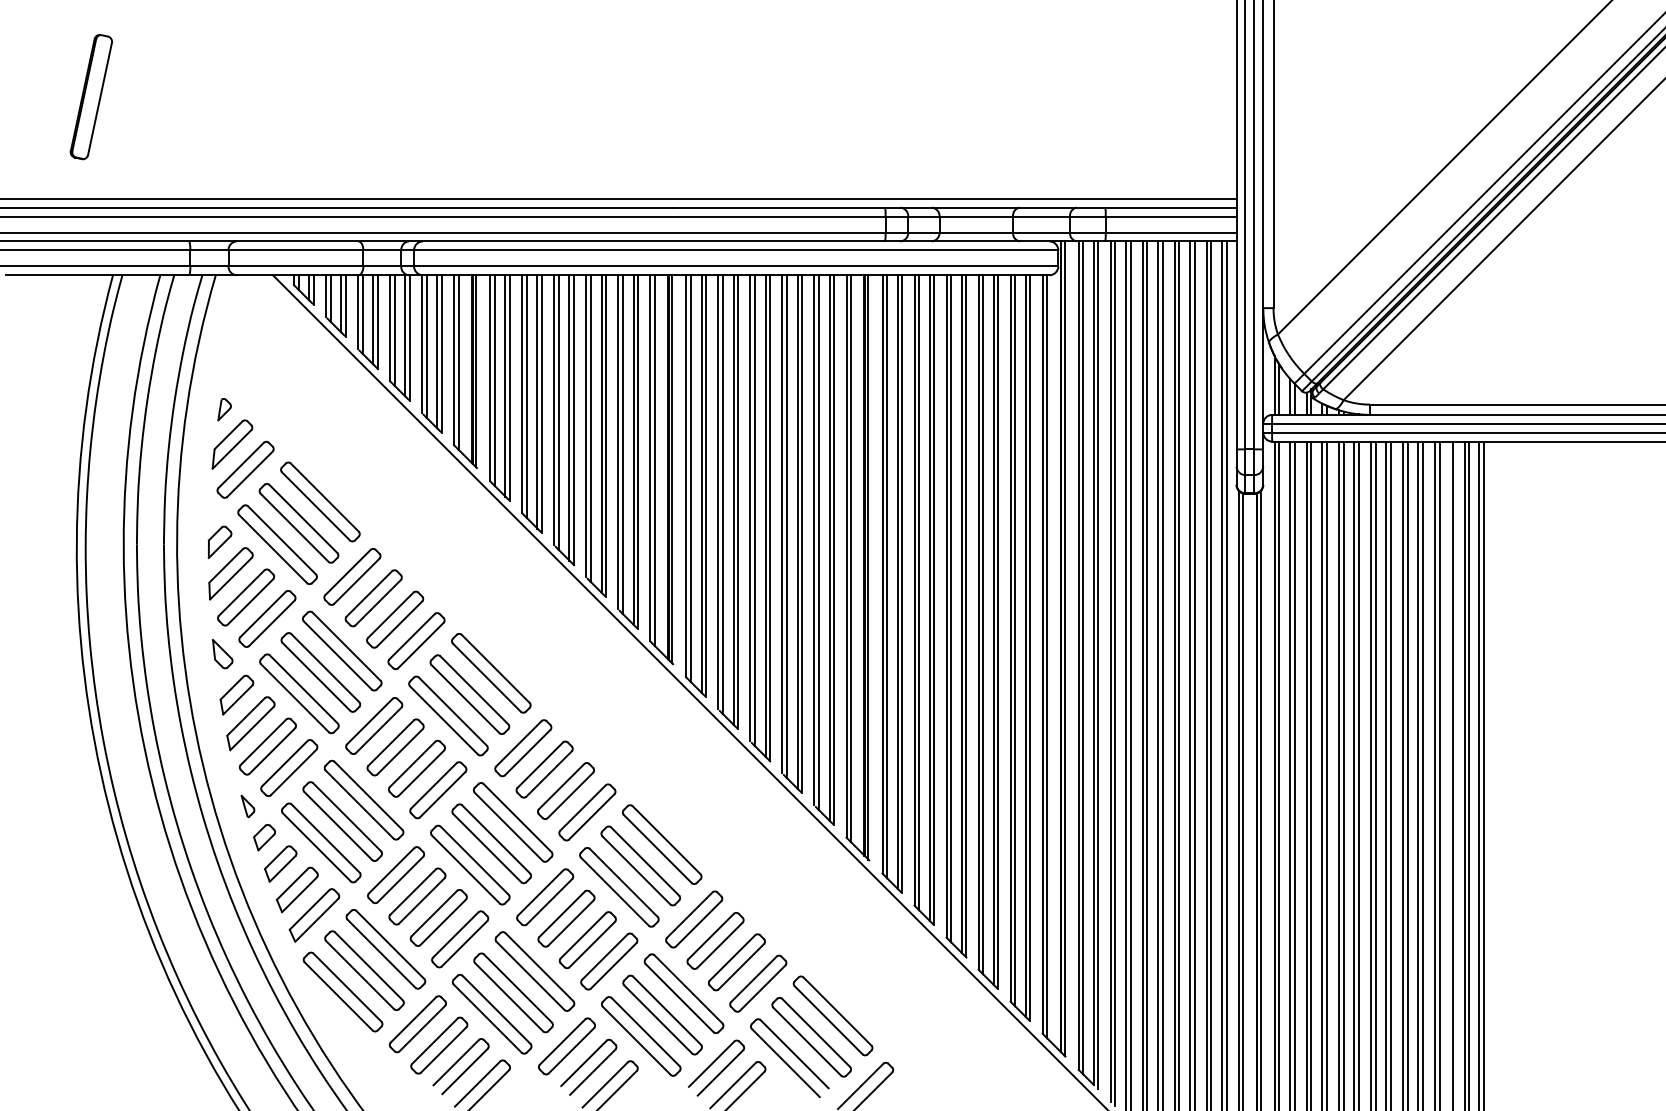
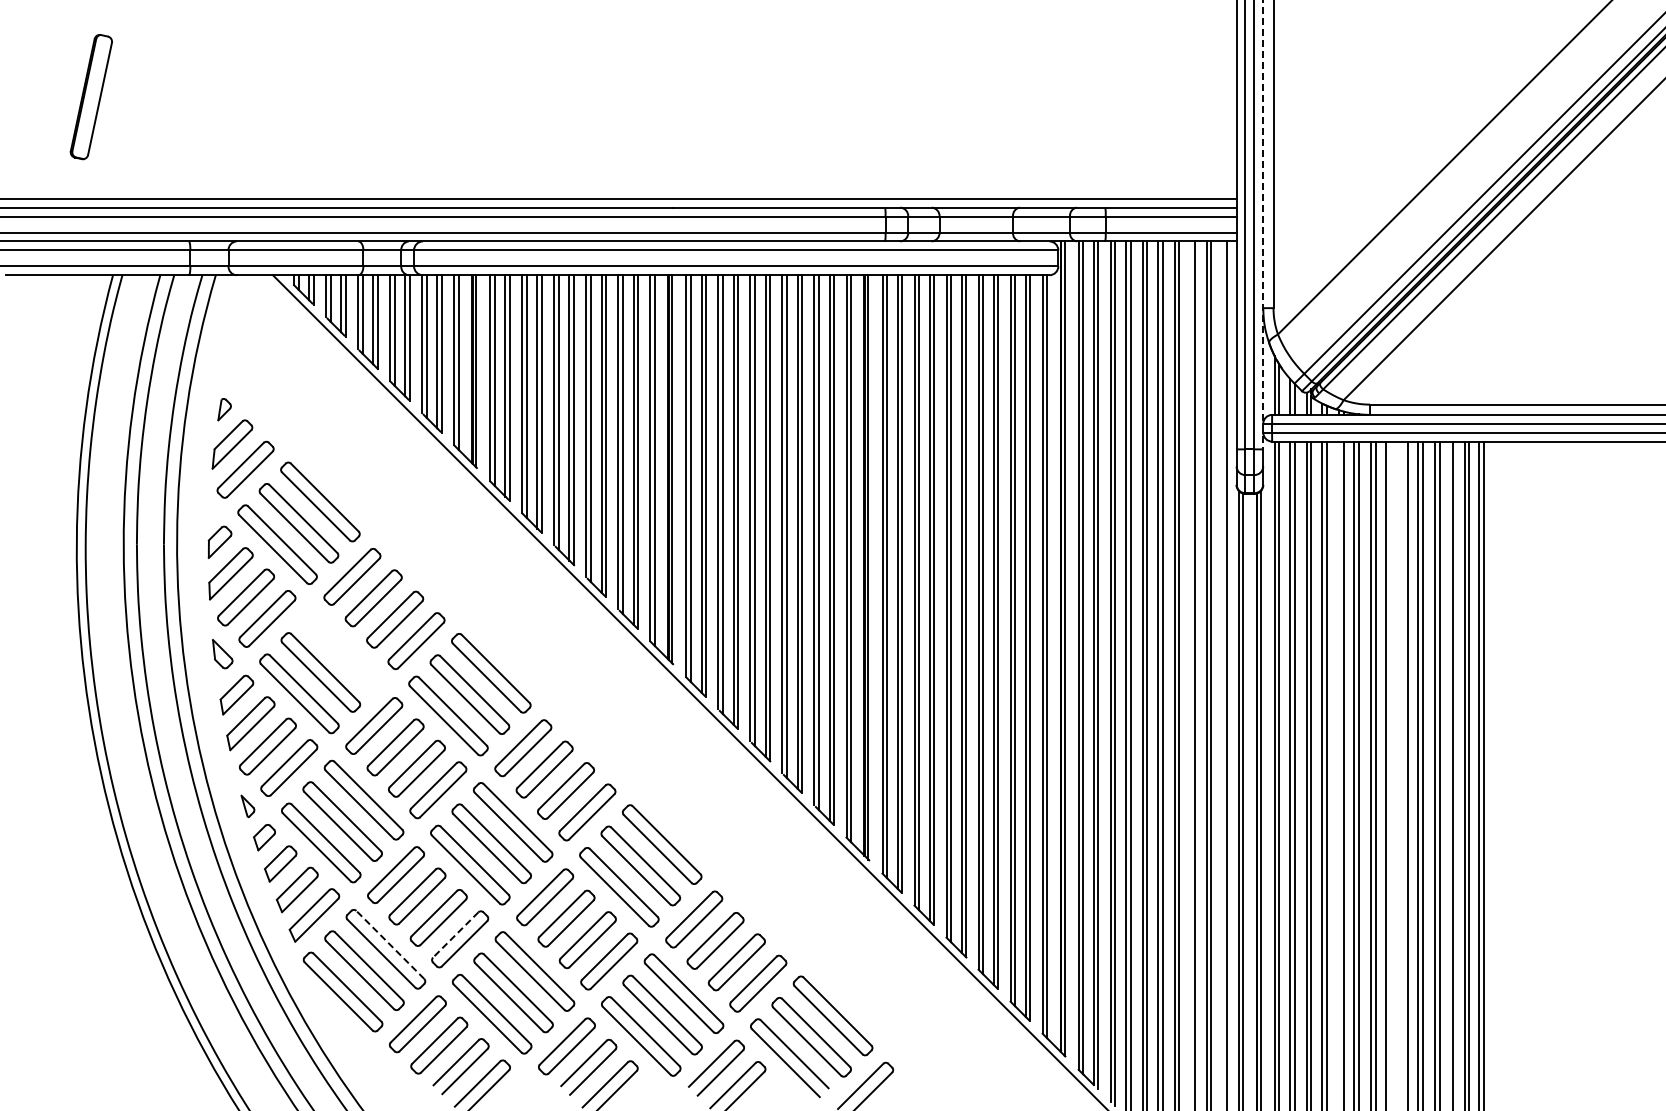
line at (1263, 225): solid -> dashed
part at (342, 650): present -> none
line at (1189, 674): present -> none
line at (1221, 674): present -> none
line at (1338, 774): present -> none
line at (1390, 774): present -> none
line at (1402, 774): present -> none
line at (455, 935): solid -> dashed
line at (389, 944): solid -> dashed
